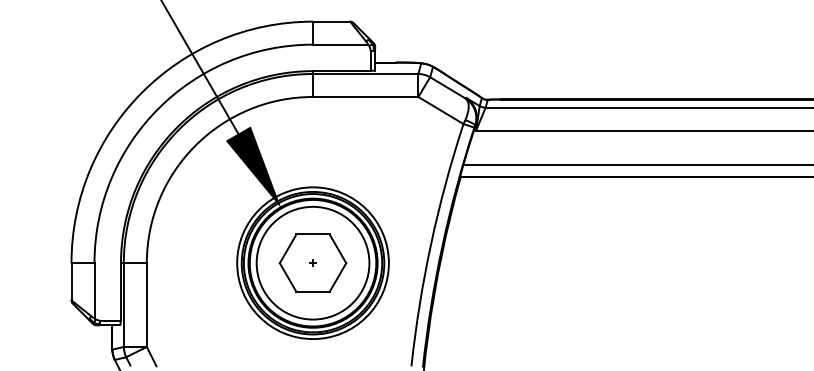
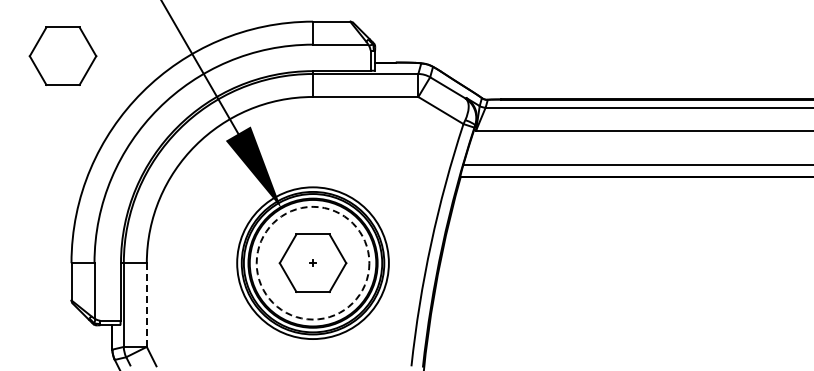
part at (62, 55): none -> present
circle at (312, 262): solid -> dashed
line at (146, 305): solid -> dashed
